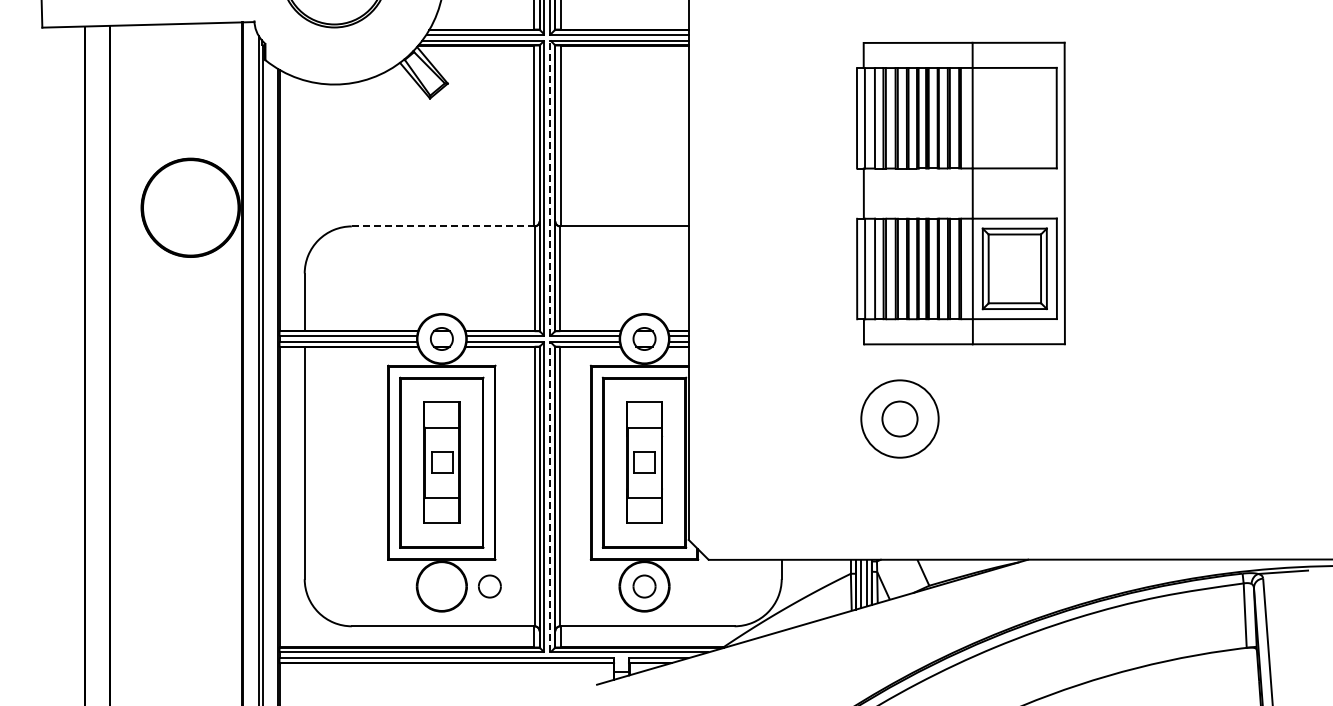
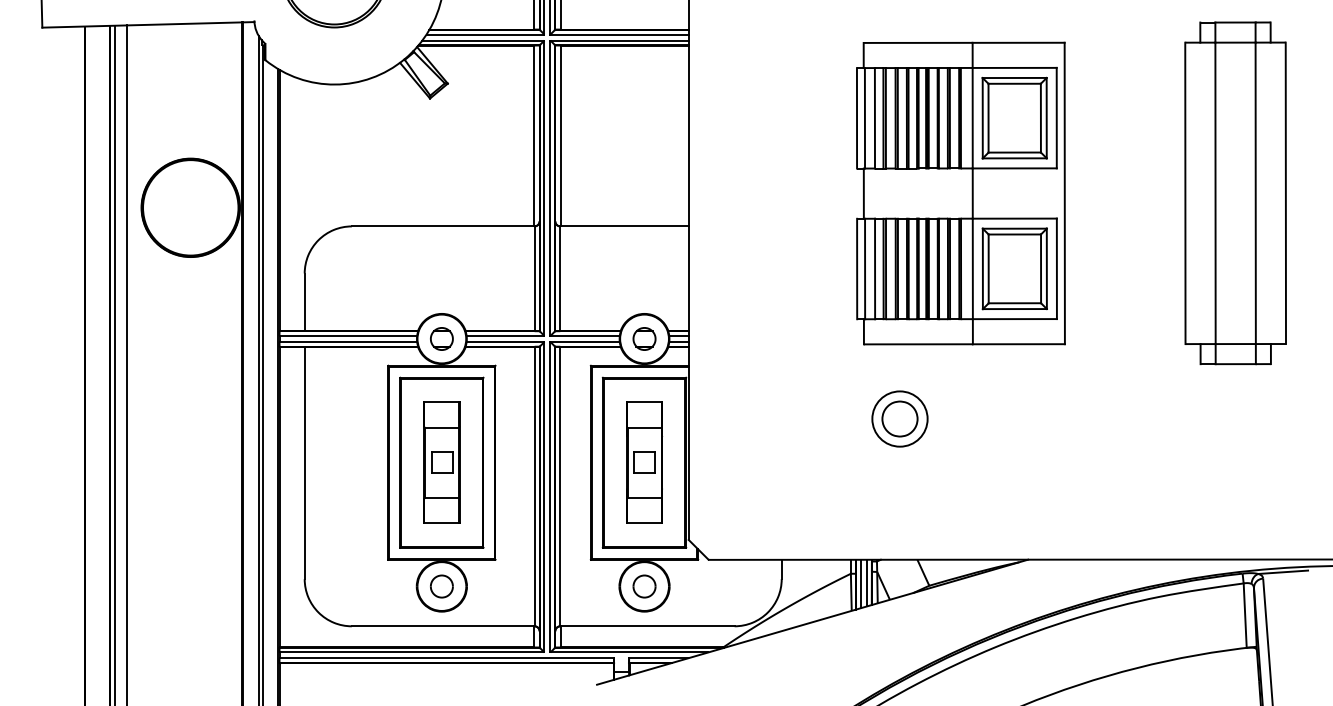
part at (1014, 117): none -> present
line at (550, 188): dashed -> solid
part at (1235, 193): none -> present
line at (443, 226): dashed -> solid
line at (114, 363): none -> present
line at (127, 363): none -> present
circle at (899, 418) diameter: 77 px -> 55 px
line at (550, 496): dashed -> solid
part at (489, 586) position: (489, 586) -> (441, 586)
